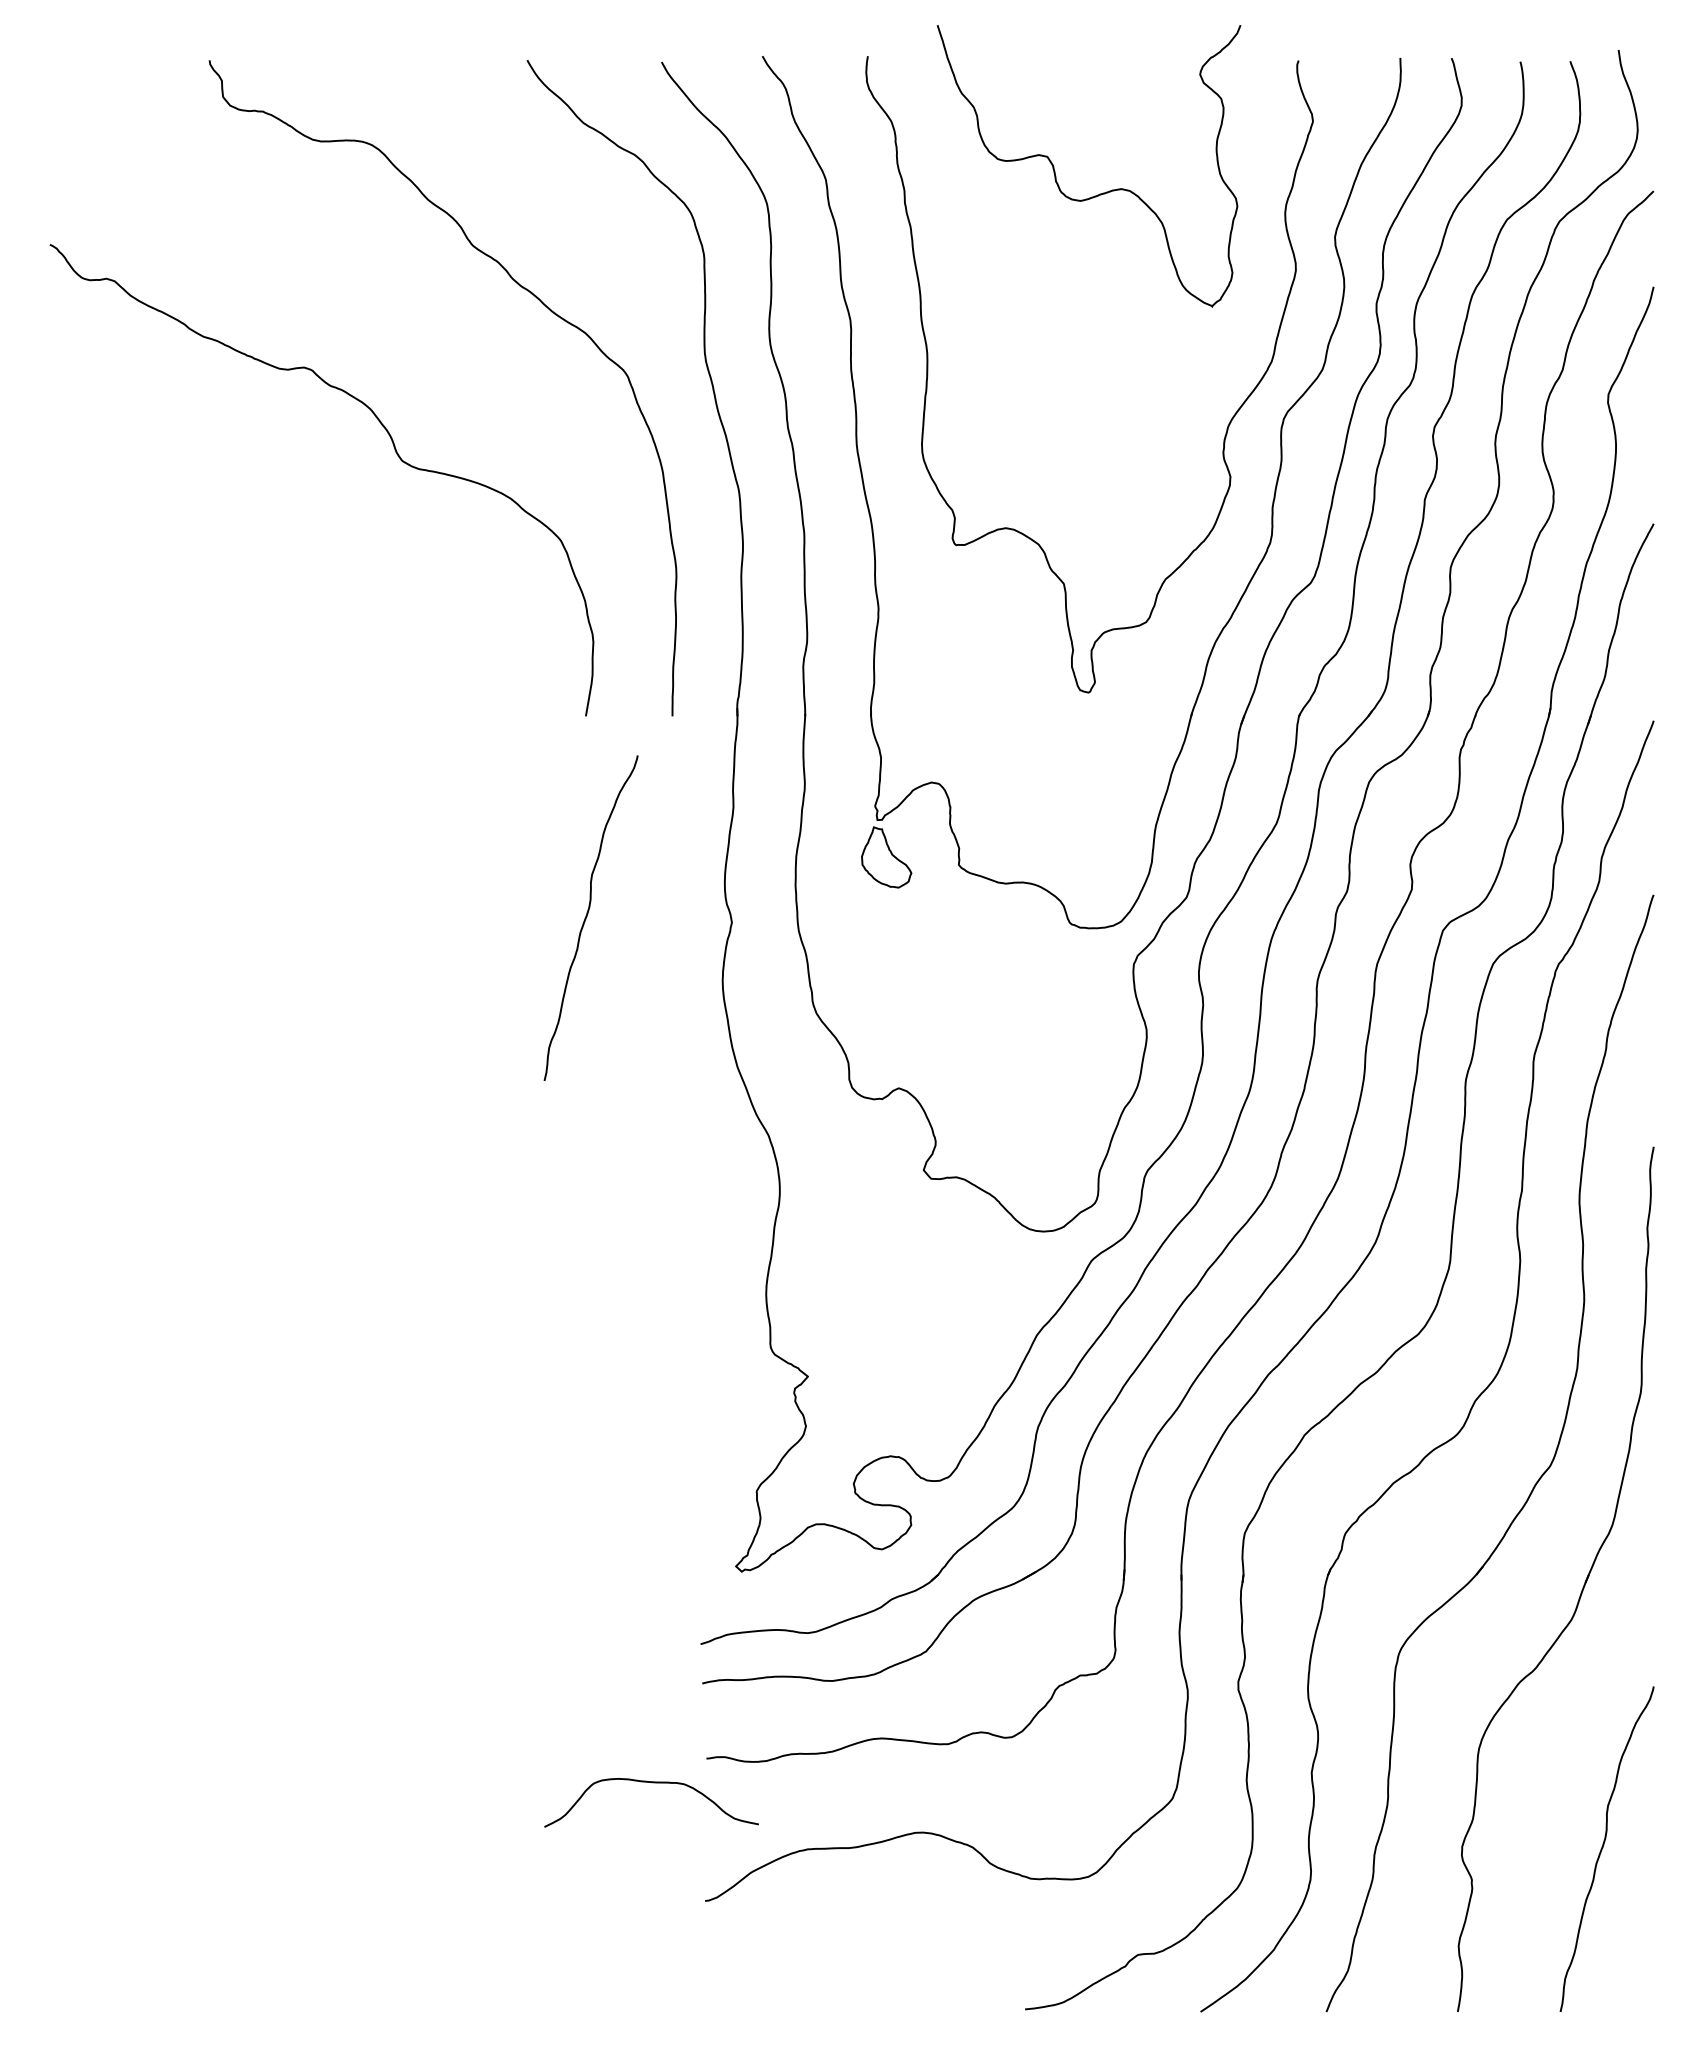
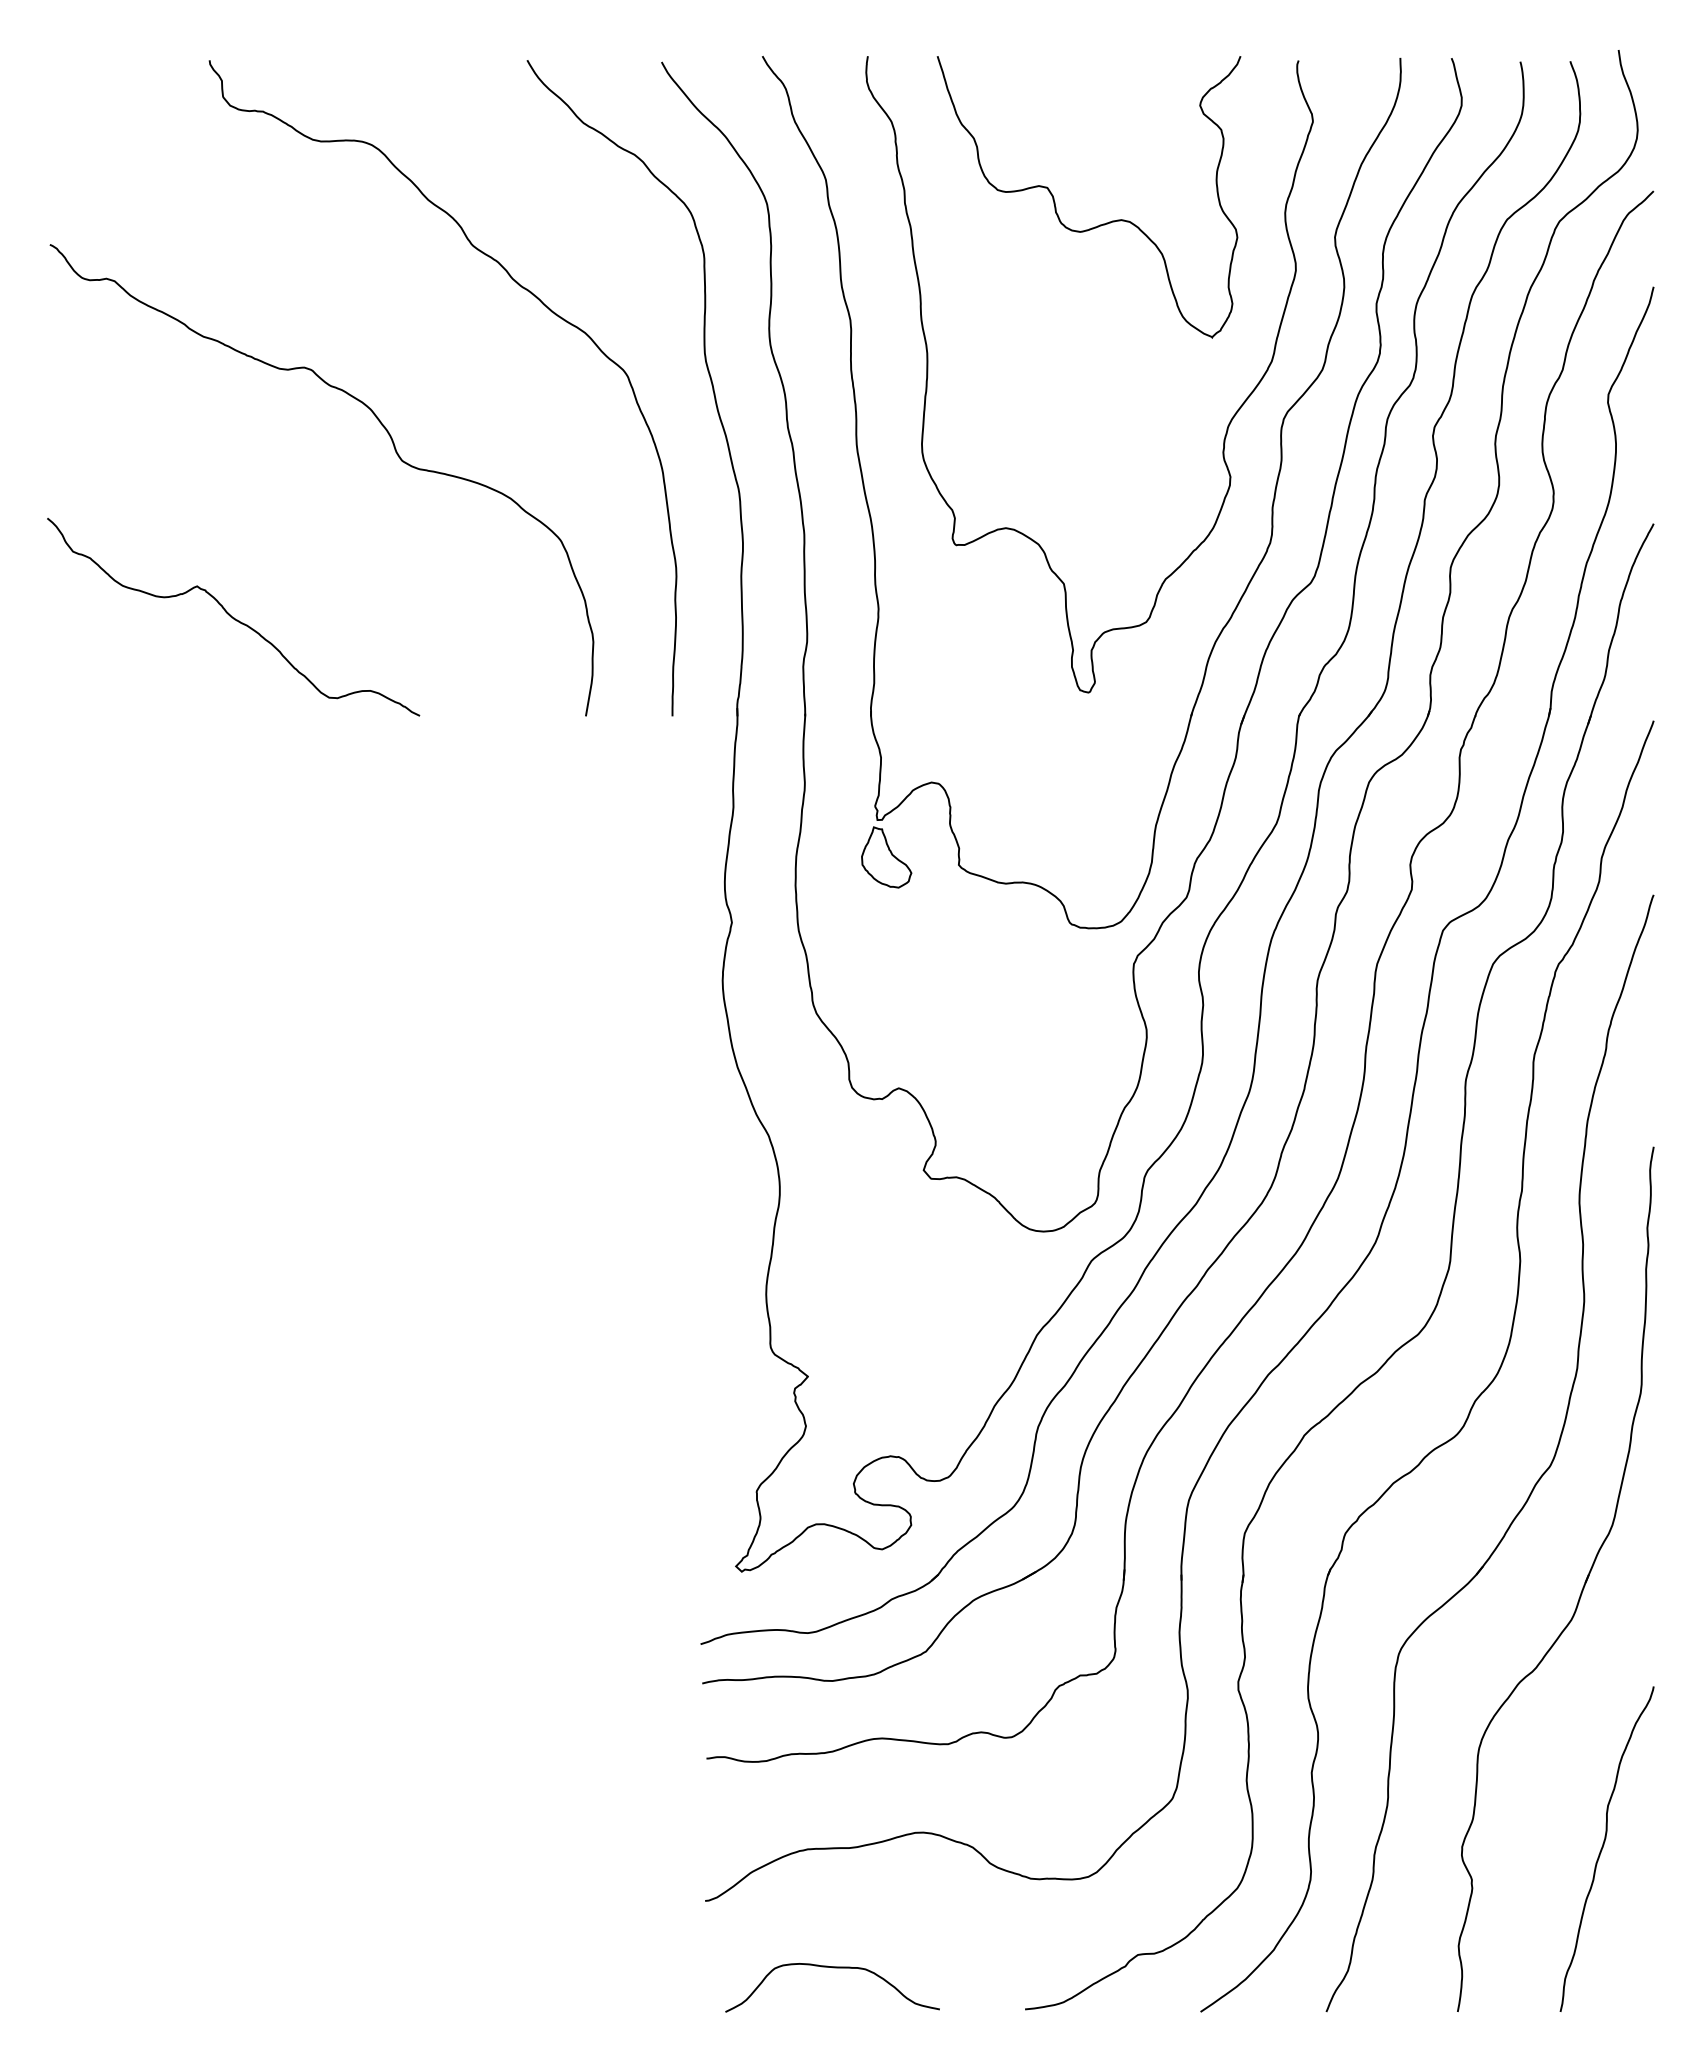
curve at (1099, 193) position: (1099, 193) -> (1099, 224)
curve at (233, 617): none -> present
curve at (587, 916): present -> none
curve at (652, 1783) position: (652, 1783) -> (833, 1968)
